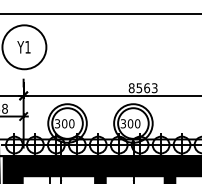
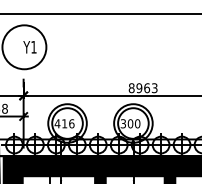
text at (23, 47) position: (23, 47) -> (29, 47)
text at (139, 87): 8563 -> 8963
text at (64, 123): 300 -> 416
